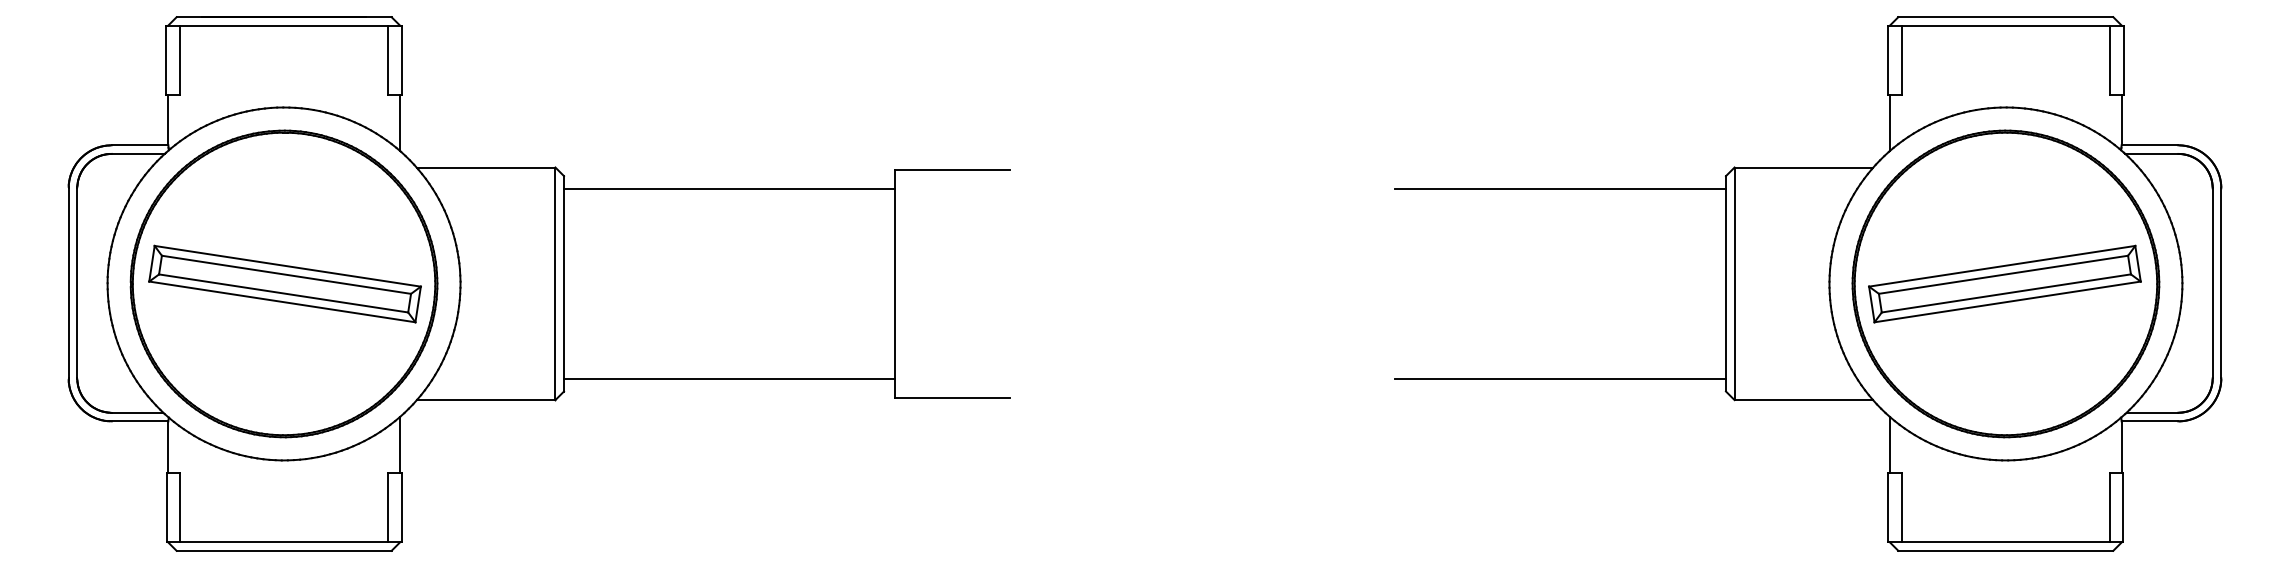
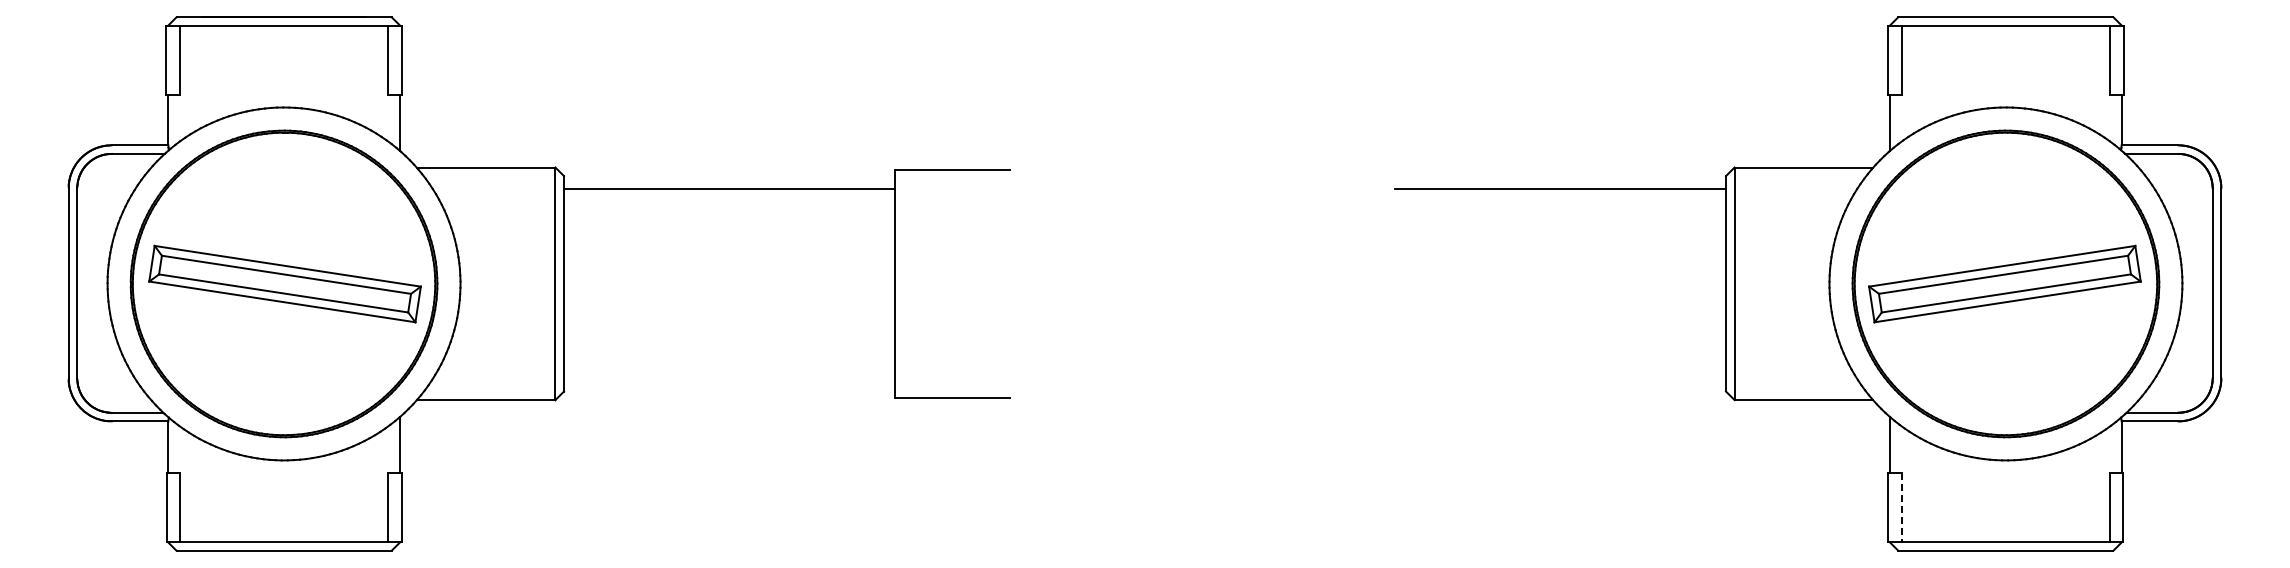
line at (729, 378): present -> none
line at (1559, 378): present -> none
line at (1901, 508): solid -> dashed
